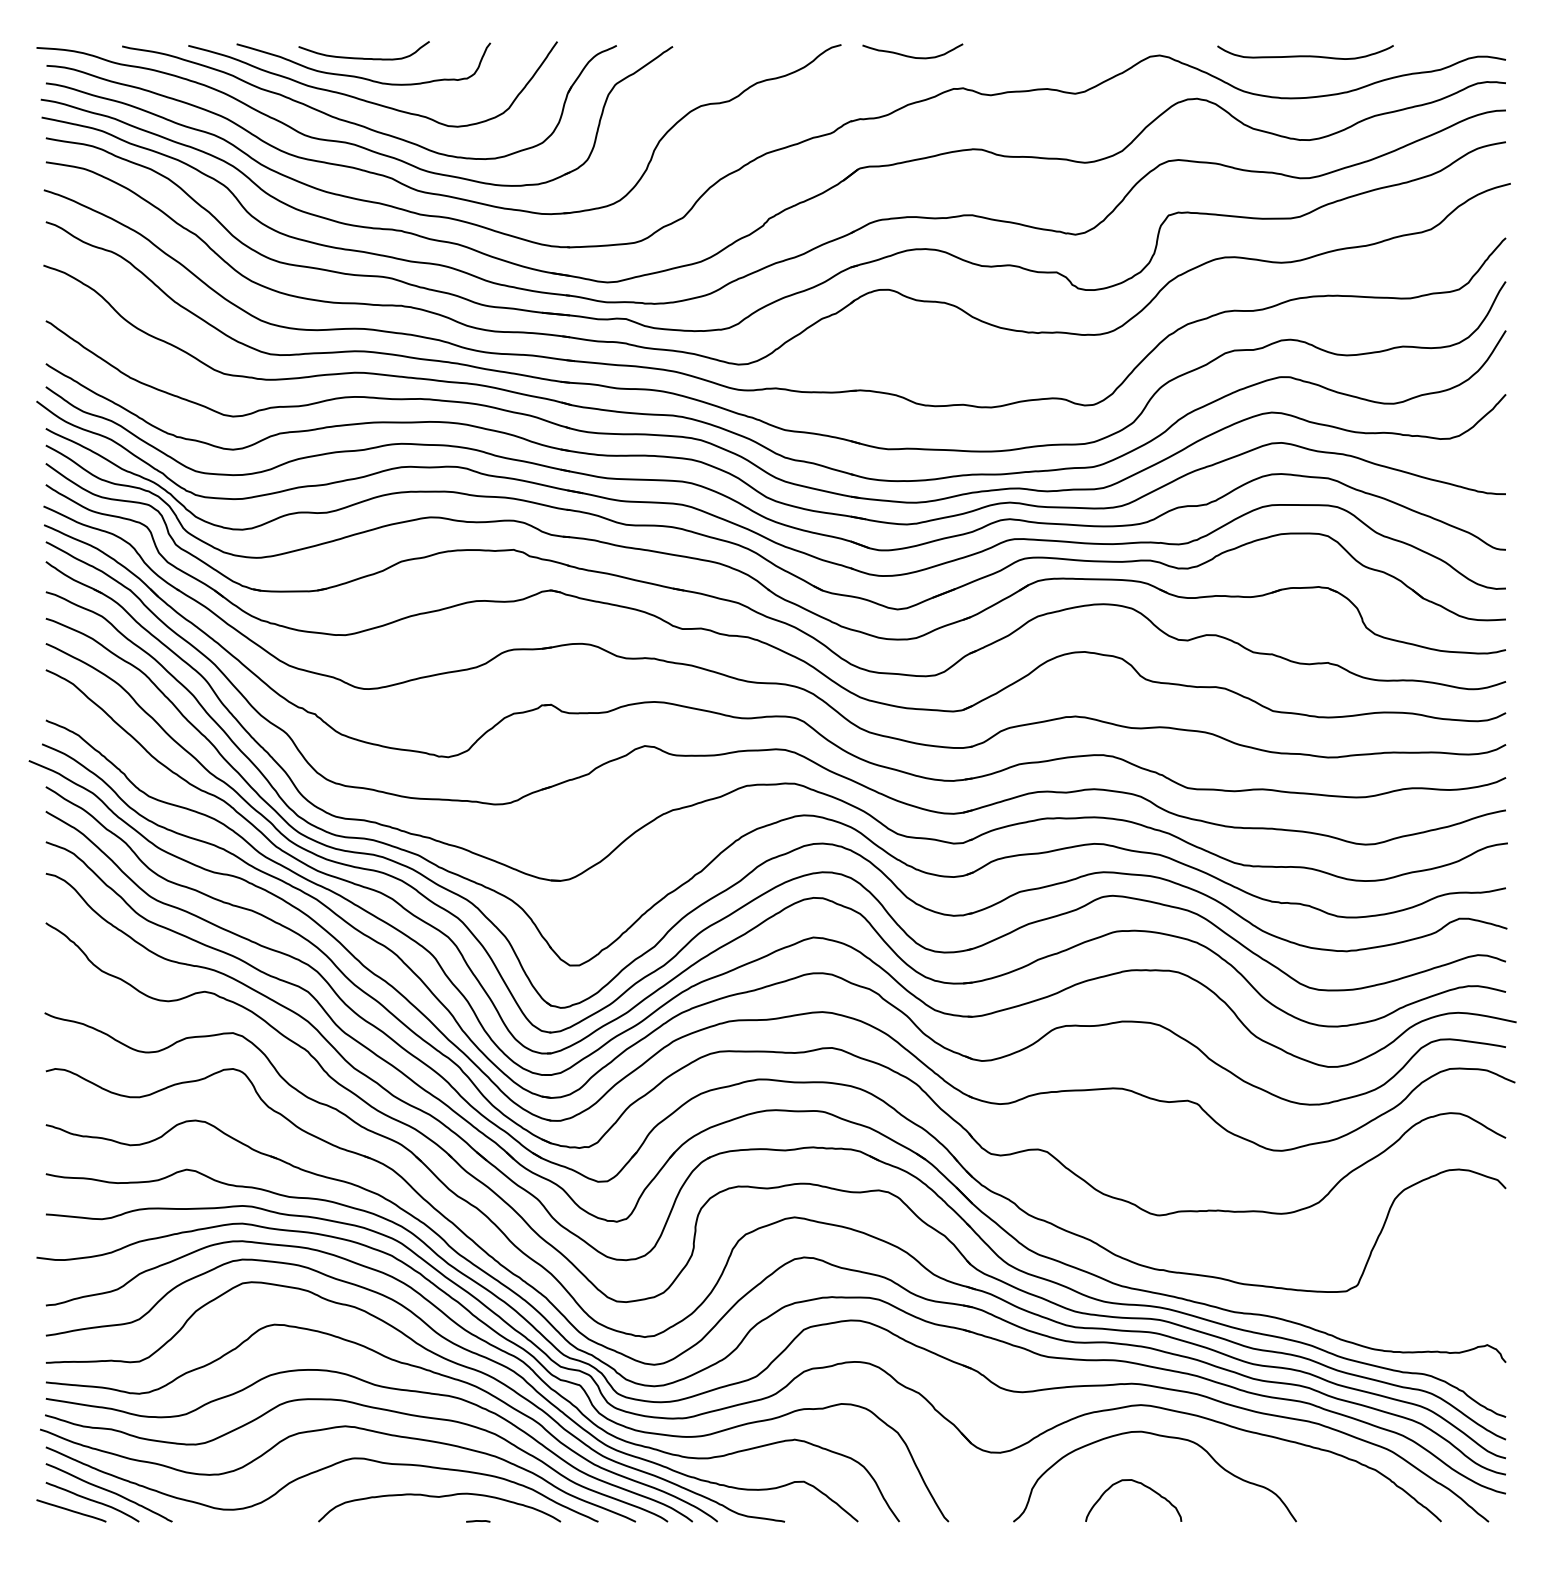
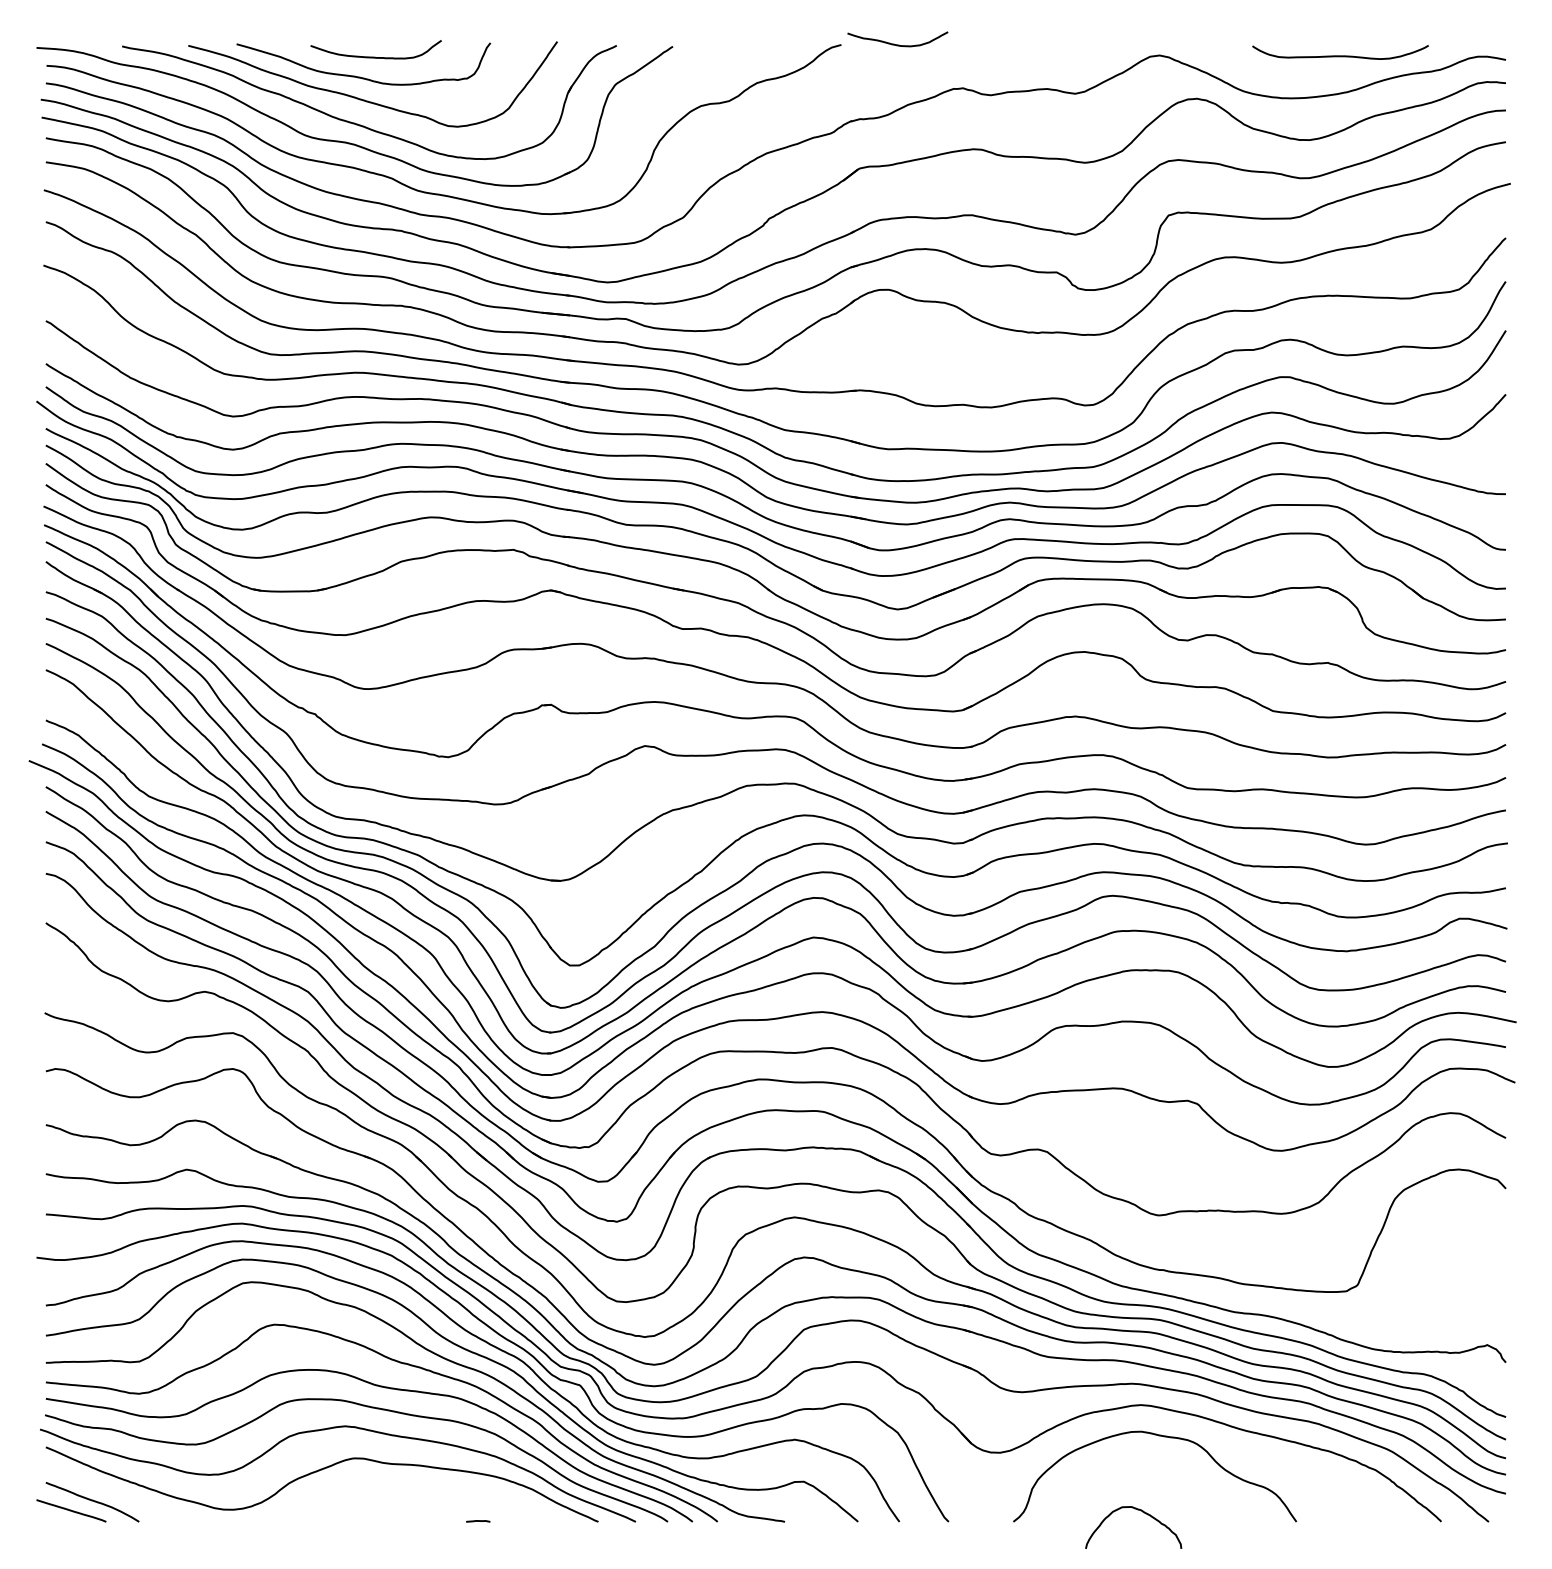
curve at (909, 55) position: (909, 55) -> (894, 43)
curve at (1305, 55) position: (1305, 55) -> (1340, 55)
curve at (363, 57) position: (363, 57) -> (375, 56)
curve at (1137, 1483) position: (1137, 1483) -> (1137, 1510)
curve at (108, 1491): present -> none
curve at (439, 1497): present -> none
